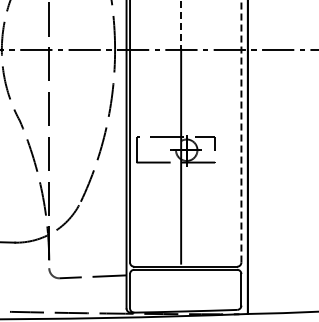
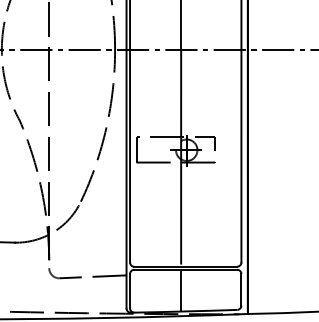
line at (181, 25): dashed -> solid
line at (241, 131): dashed -> solid
line at (181, 290): none -> present
